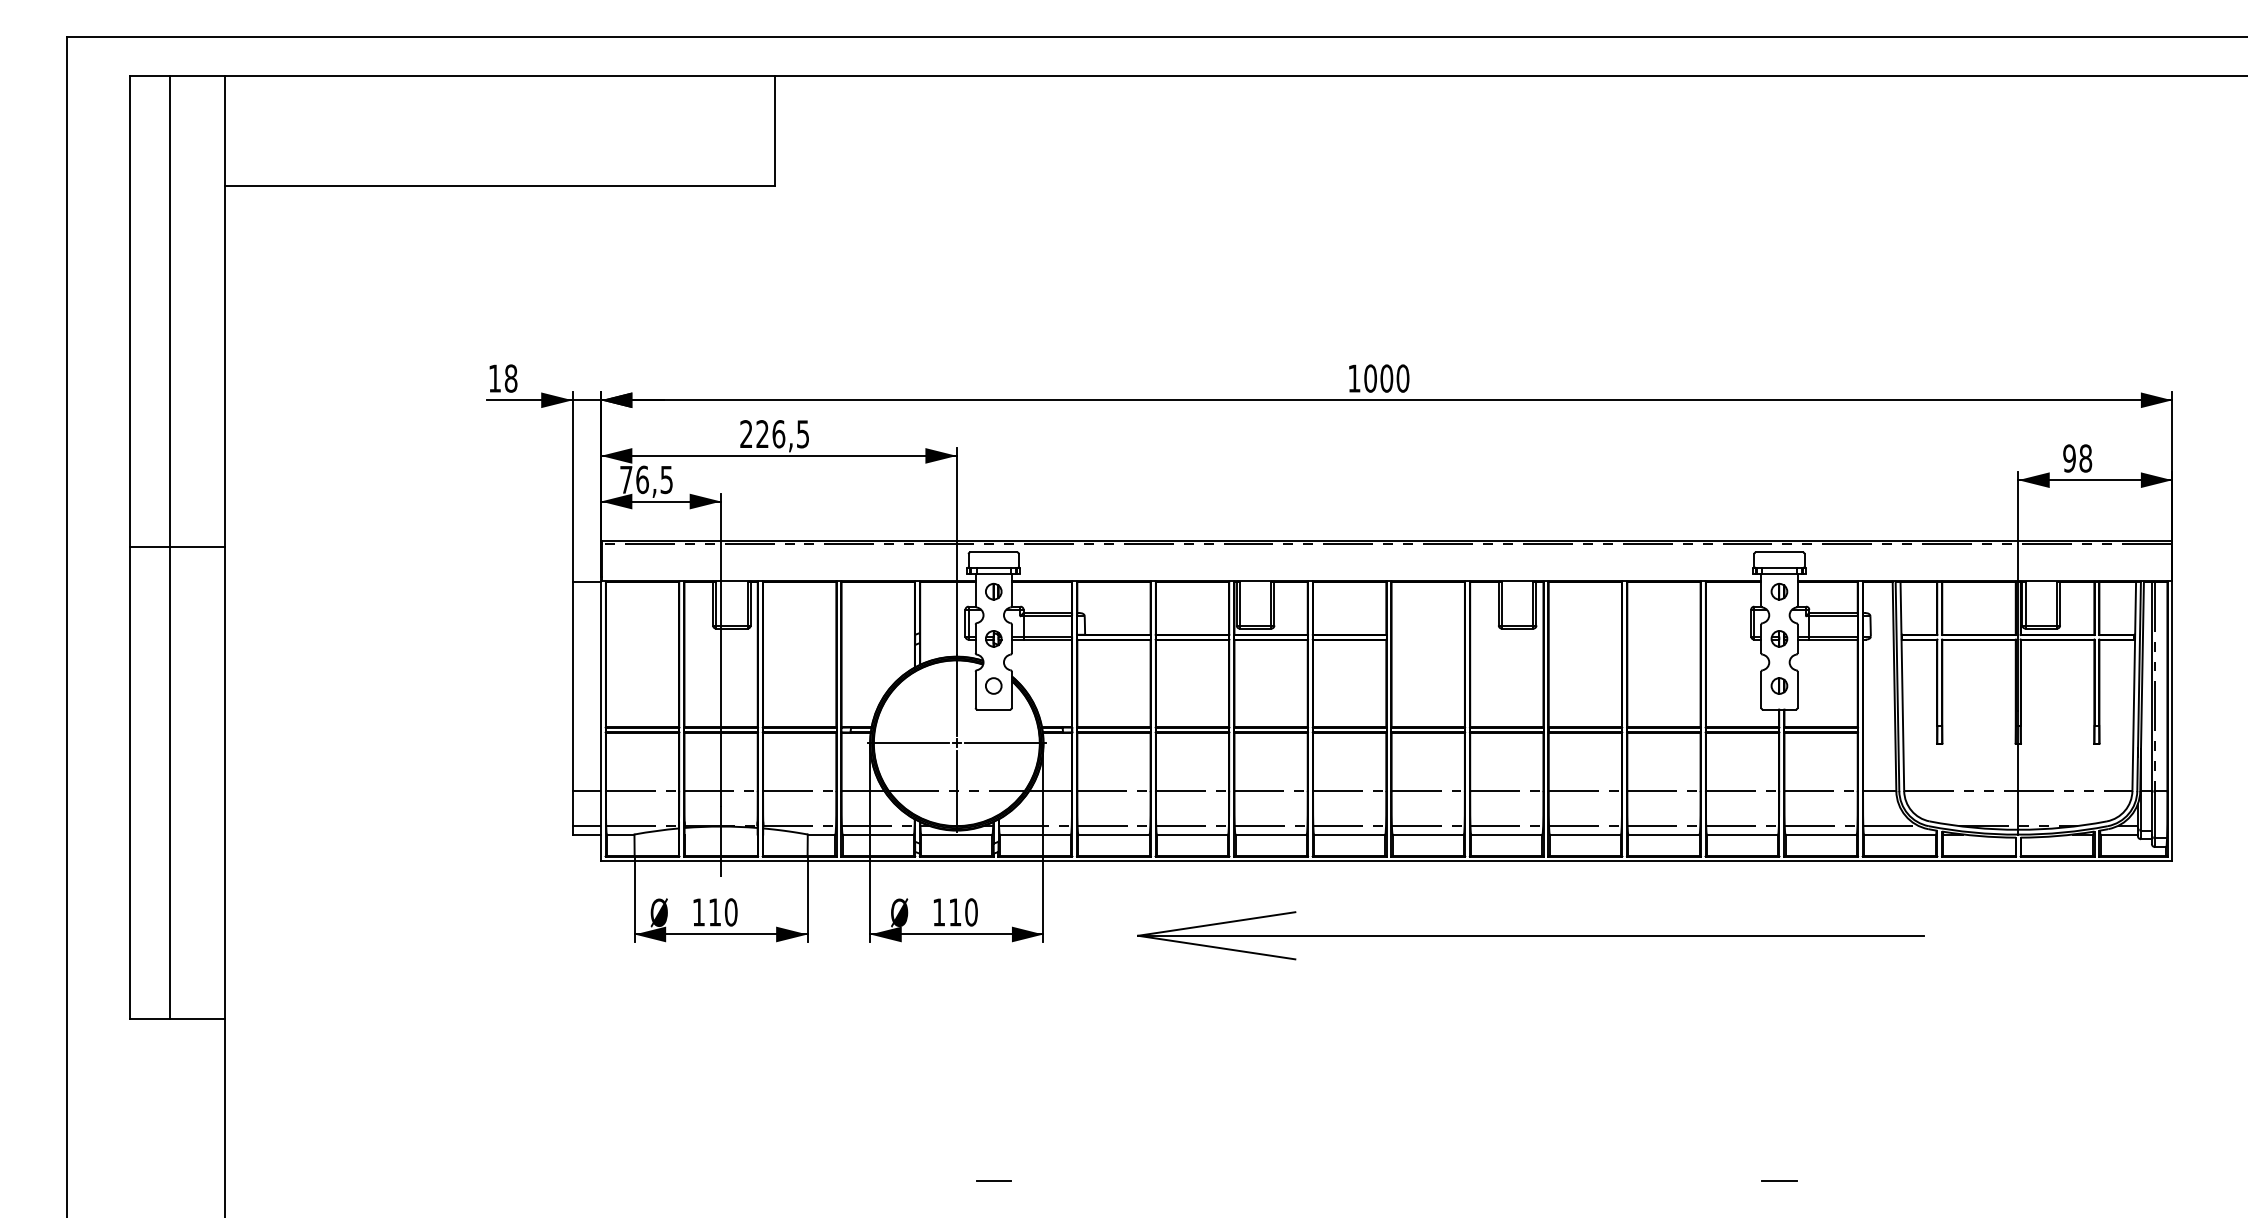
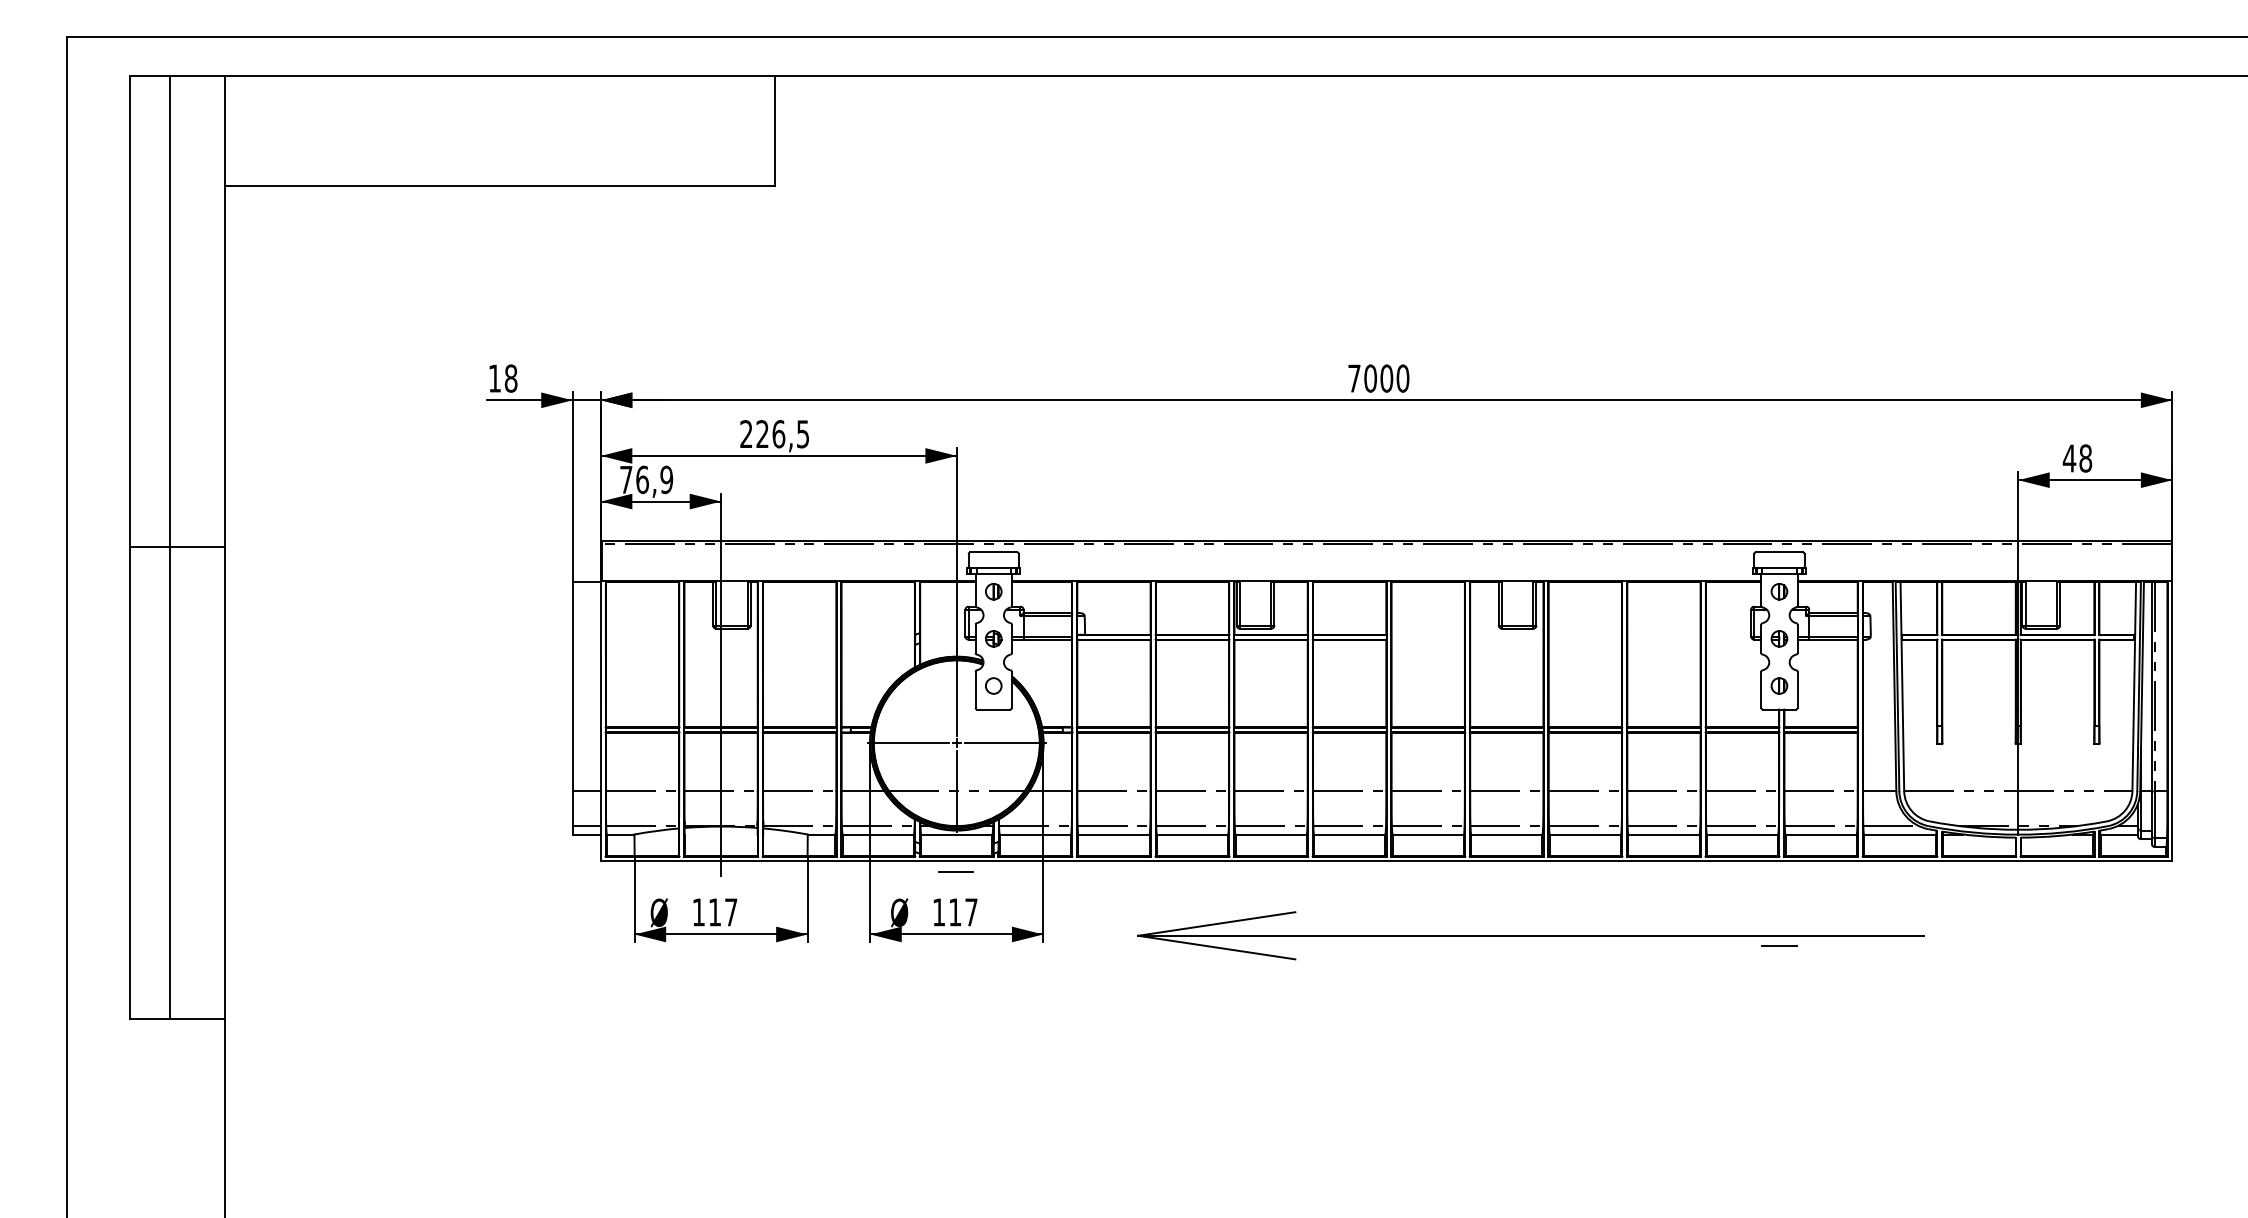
text at (1354, 378): 1000 -> 7000
text at (2069, 458): 98 -> 48
text at (666, 479): 76,5 -> 76,9
text at (730, 912): 110 -> 117
text at (971, 912): 110 -> 117
line at (993, 1180) position: (993, 1180) -> (955, 871)
line at (1779, 1180) position: (1779, 1180) -> (1779, 945)
